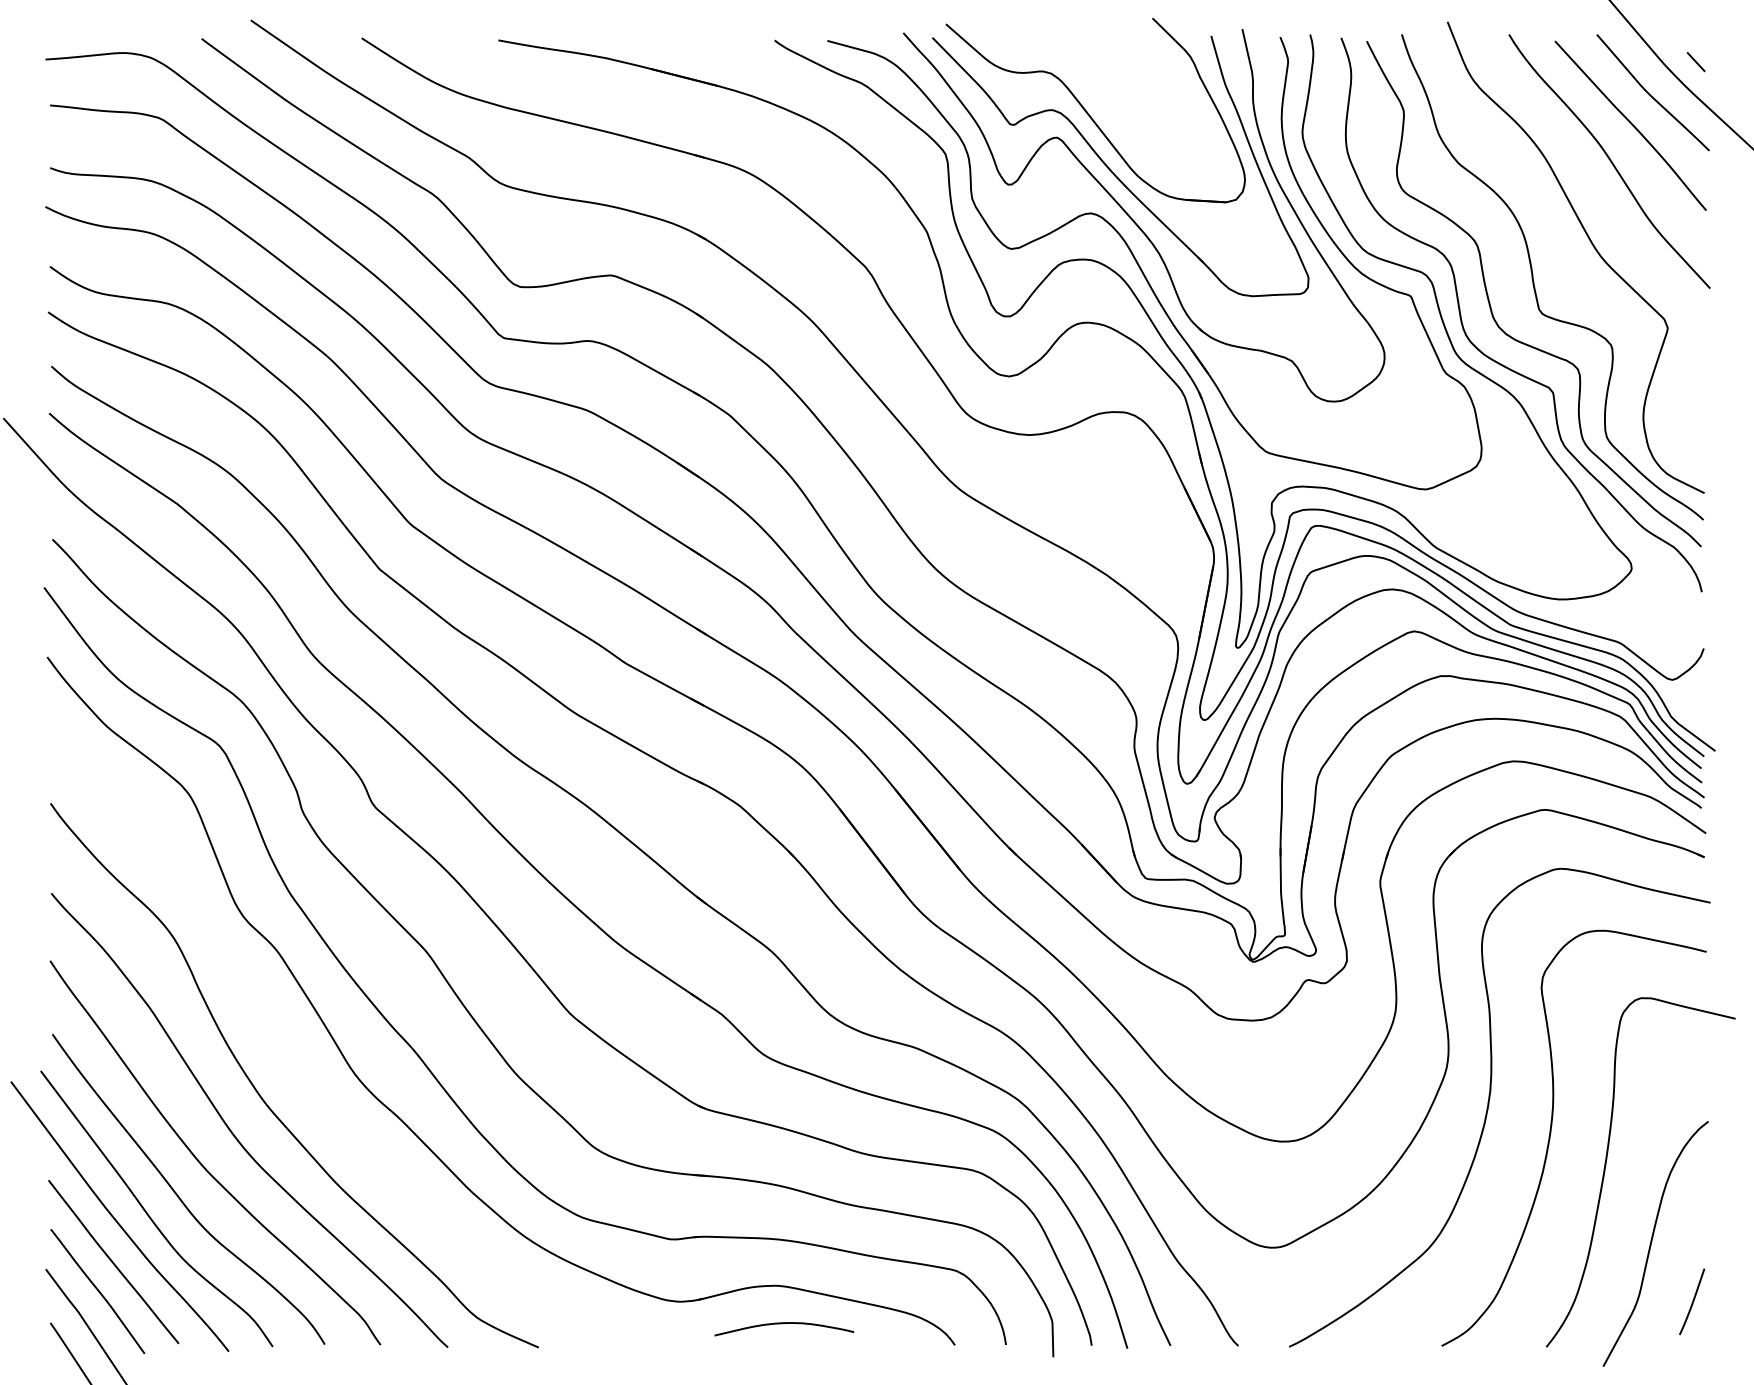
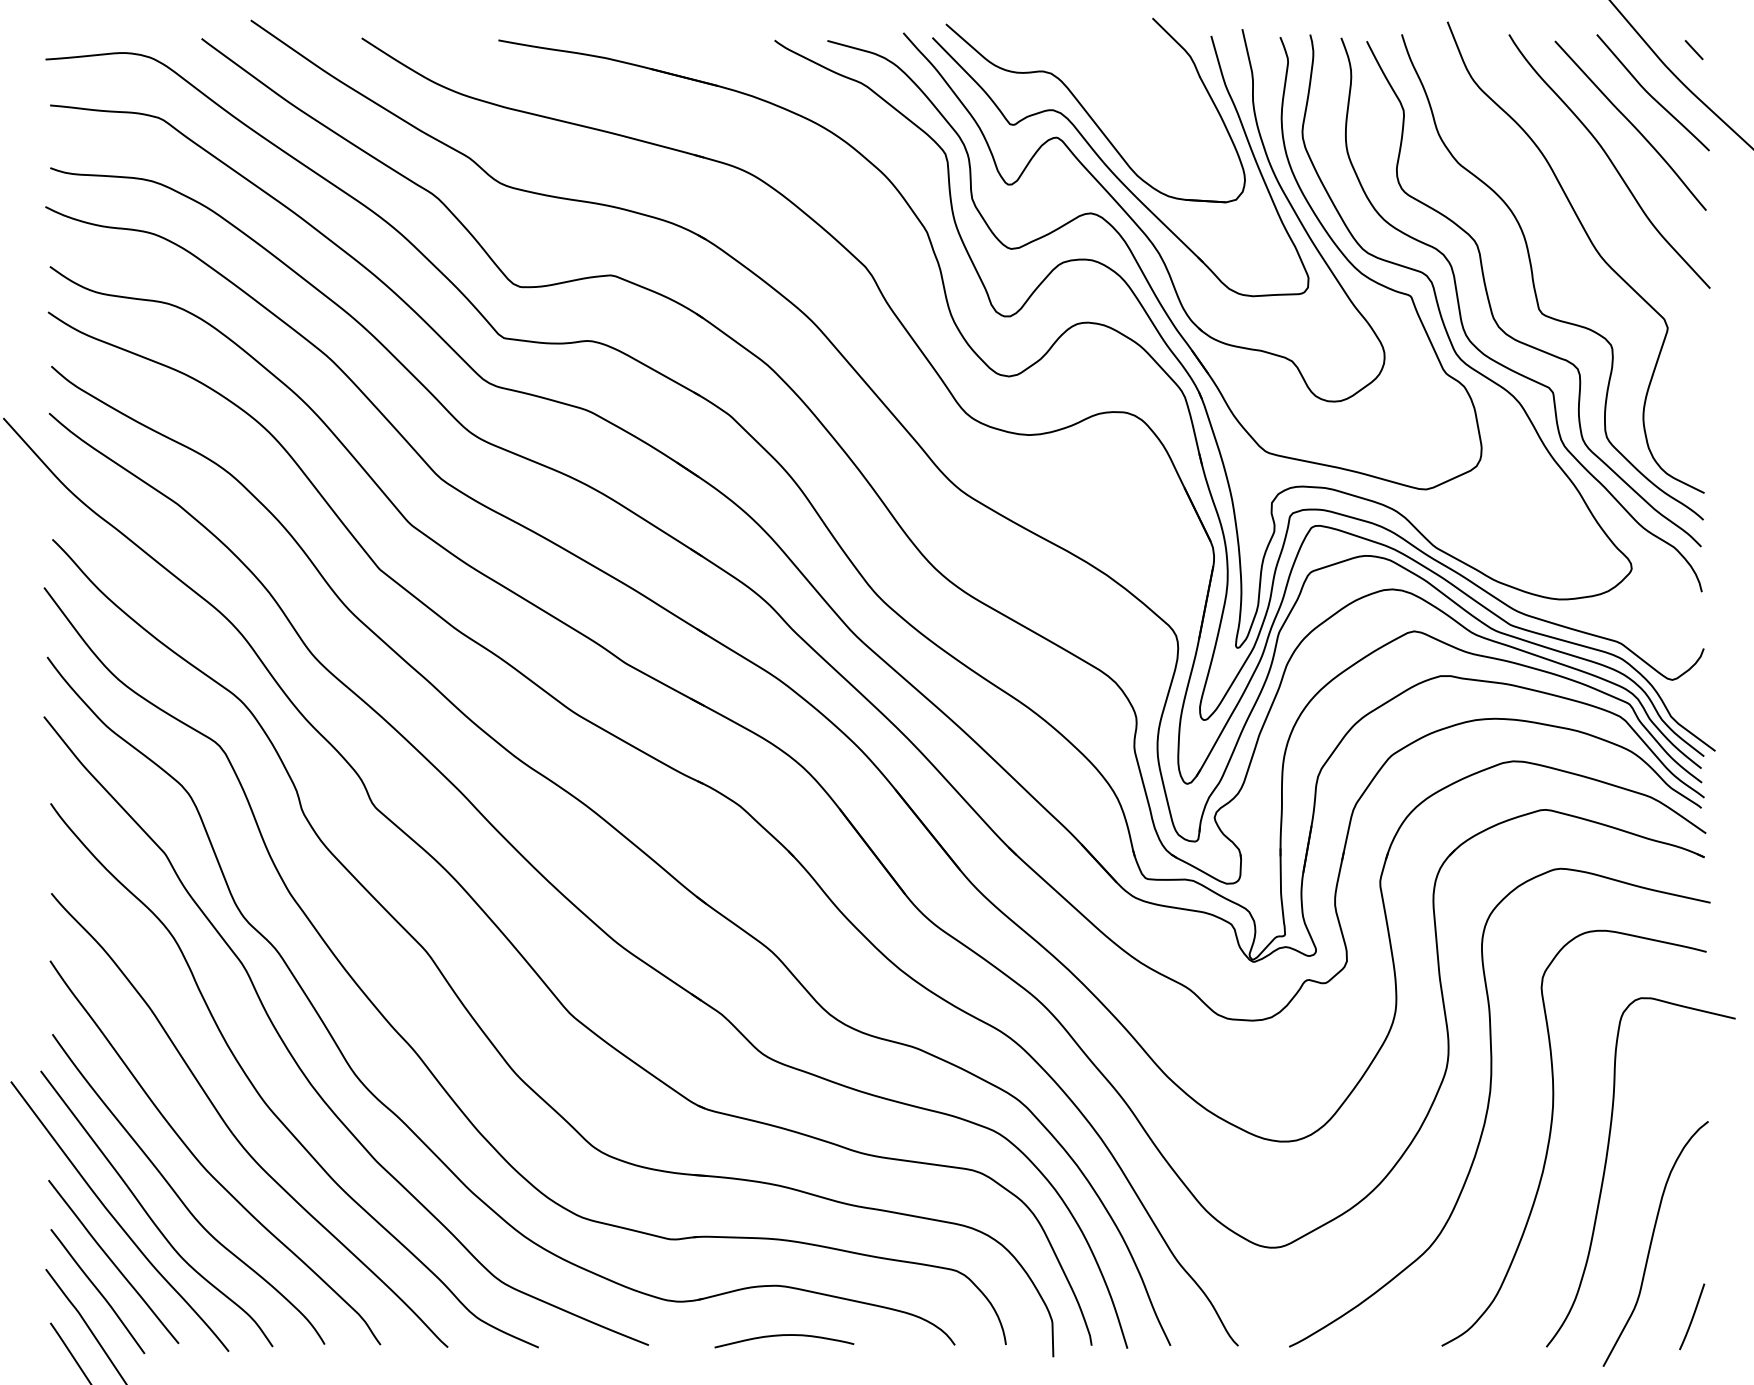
line at (1695, 62) position: (1695, 62) -> (1693, 50)
curve at (297, 1062): none -> present
curve at (1692, 1301) position: (1692, 1301) -> (1692, 1316)
curve at (782, 1324) position: (782, 1324) -> (782, 1336)
